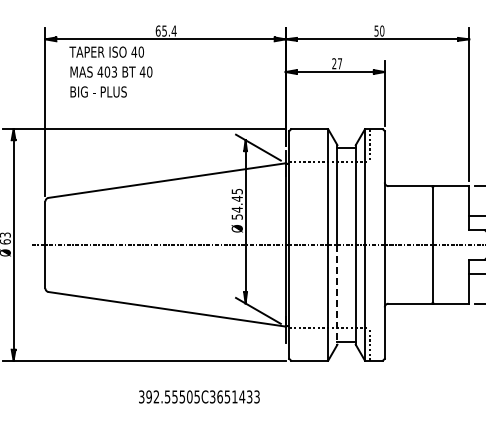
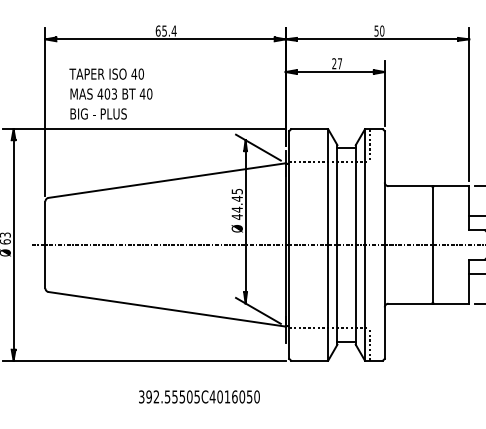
text at (110, 71) position: (110, 71) -> (110, 93)
text at (236, 216): 54.45 -> 44.45
line at (337, 294): dashed -> solid
text at (234, 396): 392.55505C3651433 -> 392.55505C4016050
